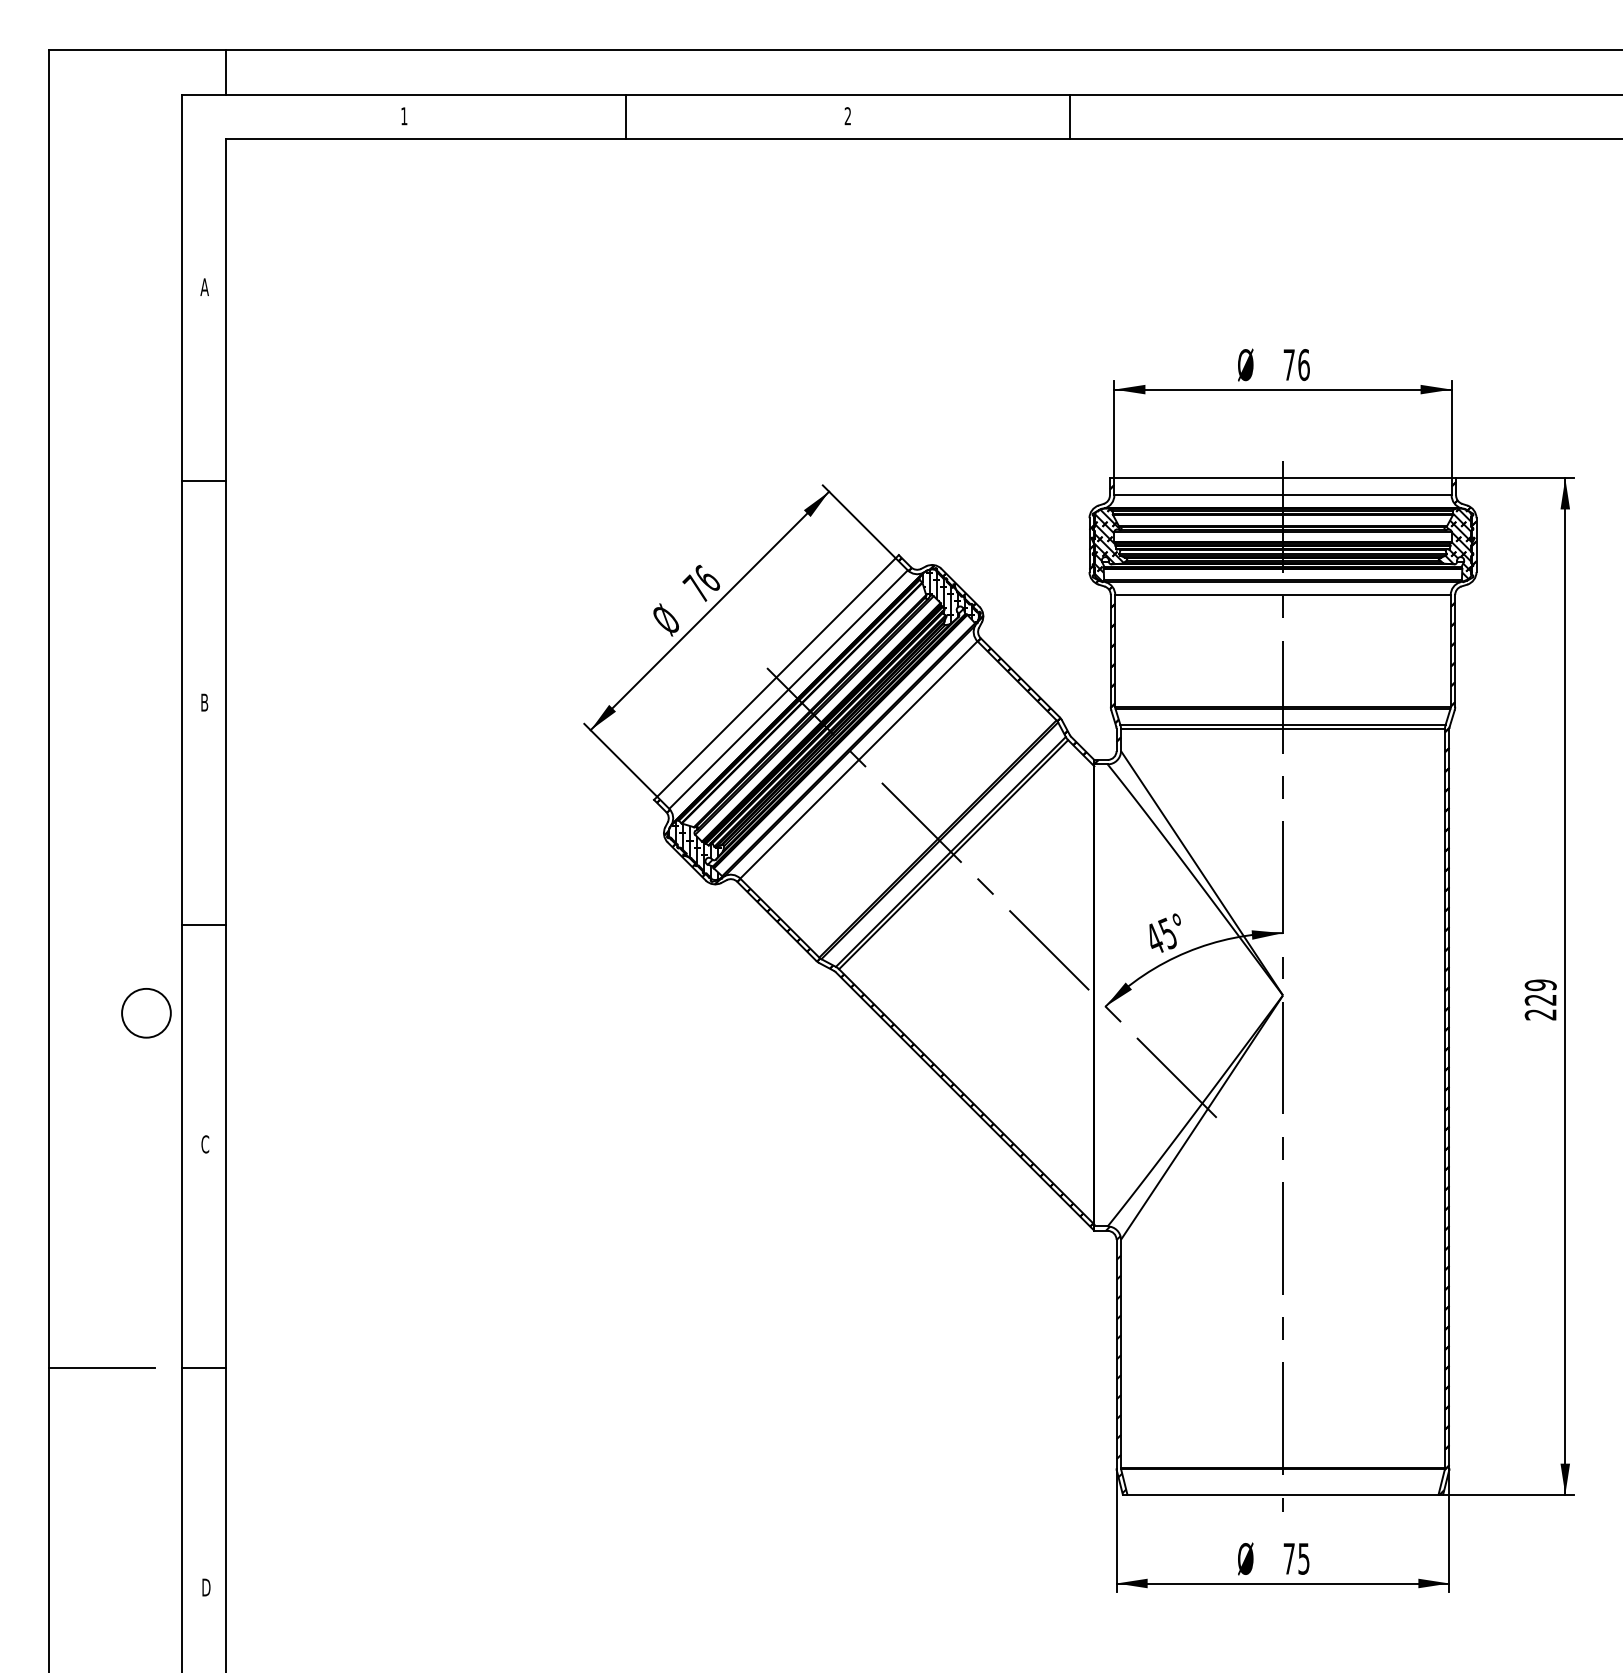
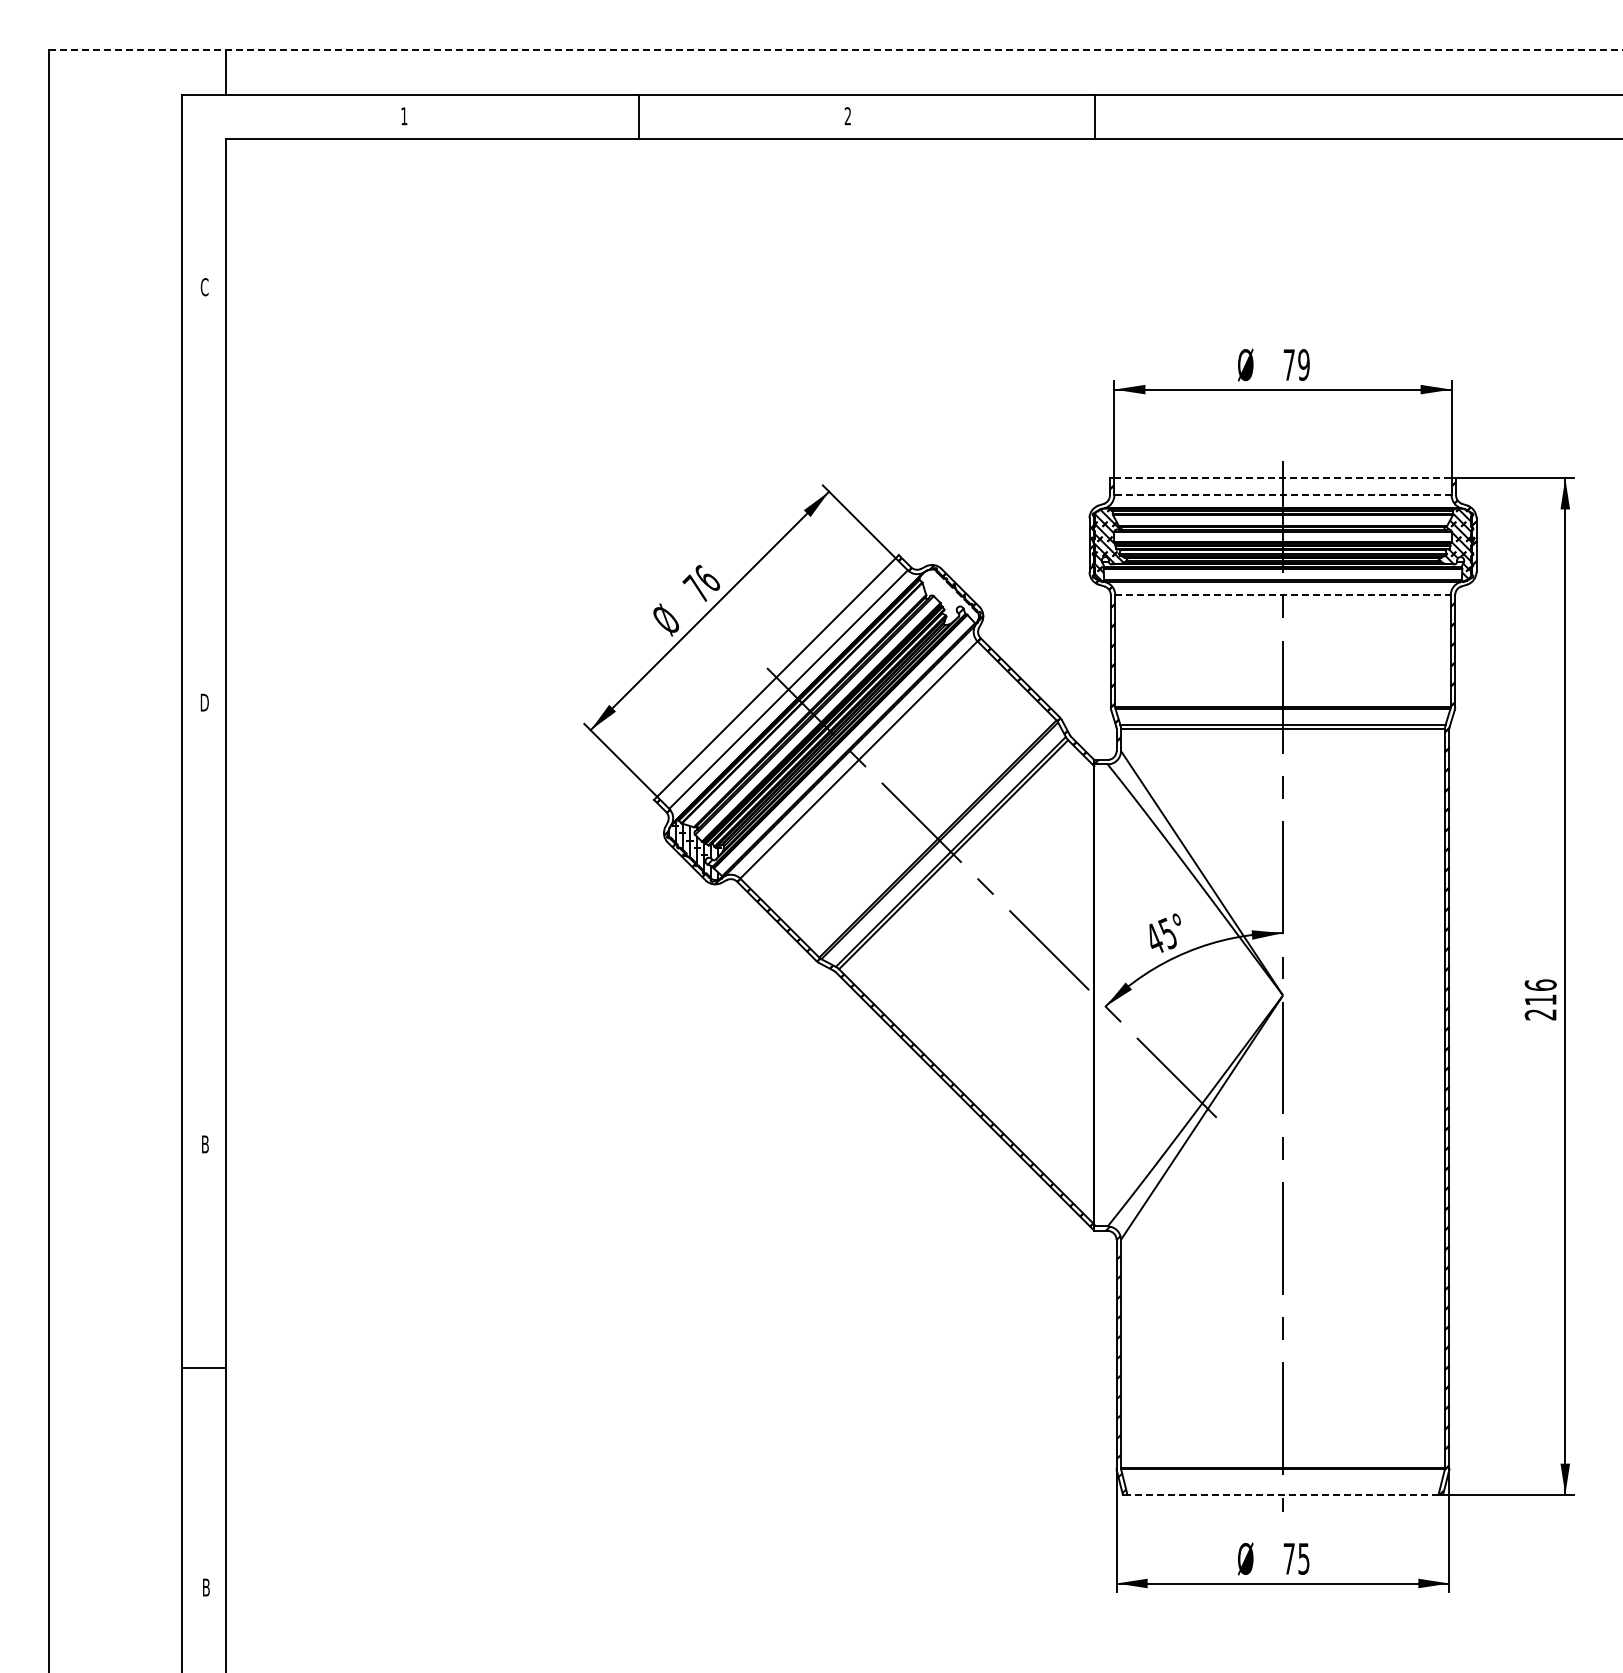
line at (835, 50): solid -> dashed
line at (625, 116) position: (625, 116) -> (638, 116)
line at (1069, 116) position: (1069, 116) -> (1094, 116)
text at (204, 287): A -> C
text at (1303, 365): 76 -> 79
line at (1283, 478): solid -> dashed
line at (203, 480): present -> none
line at (1283, 495): solid -> dashed
line at (1283, 594): solid -> dashed
hatch at (950, 595): present -> none
text at (204, 702): B -> D
line at (203, 924): present -> none
text at (1540, 992): 229 -> 216
circle at (146, 1013): present -> none
text at (205, 1144): C -> B
line at (101, 1368): present -> none
line at (1283, 1494): solid -> dashed
text at (206, 1587): D -> B
